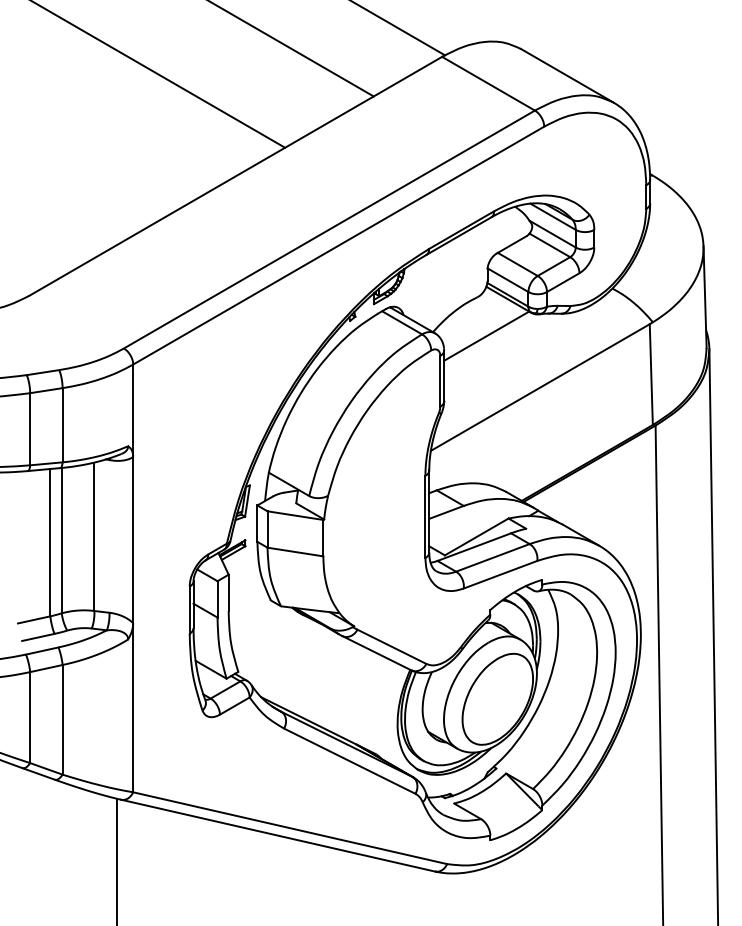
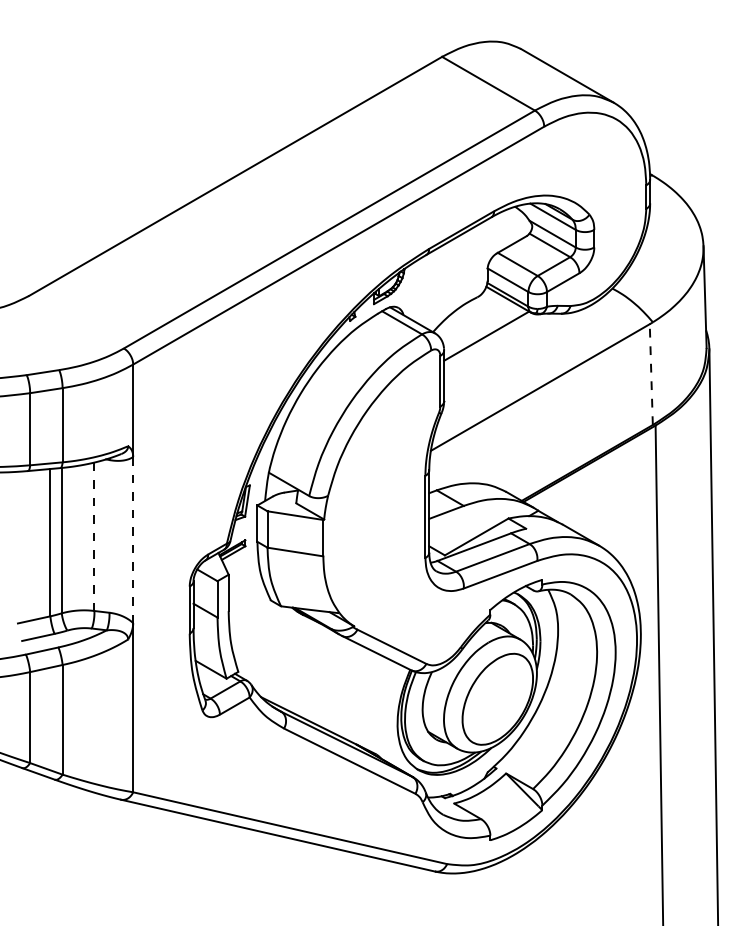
line at (398, 28): present -> none
line at (291, 49): present -> none
line at (159, 74): present -> none
line at (651, 374): solid -> dashed
line at (94, 537): solid -> dashed
line at (133, 540): solid -> dashed
line at (117, 860): present -> none
